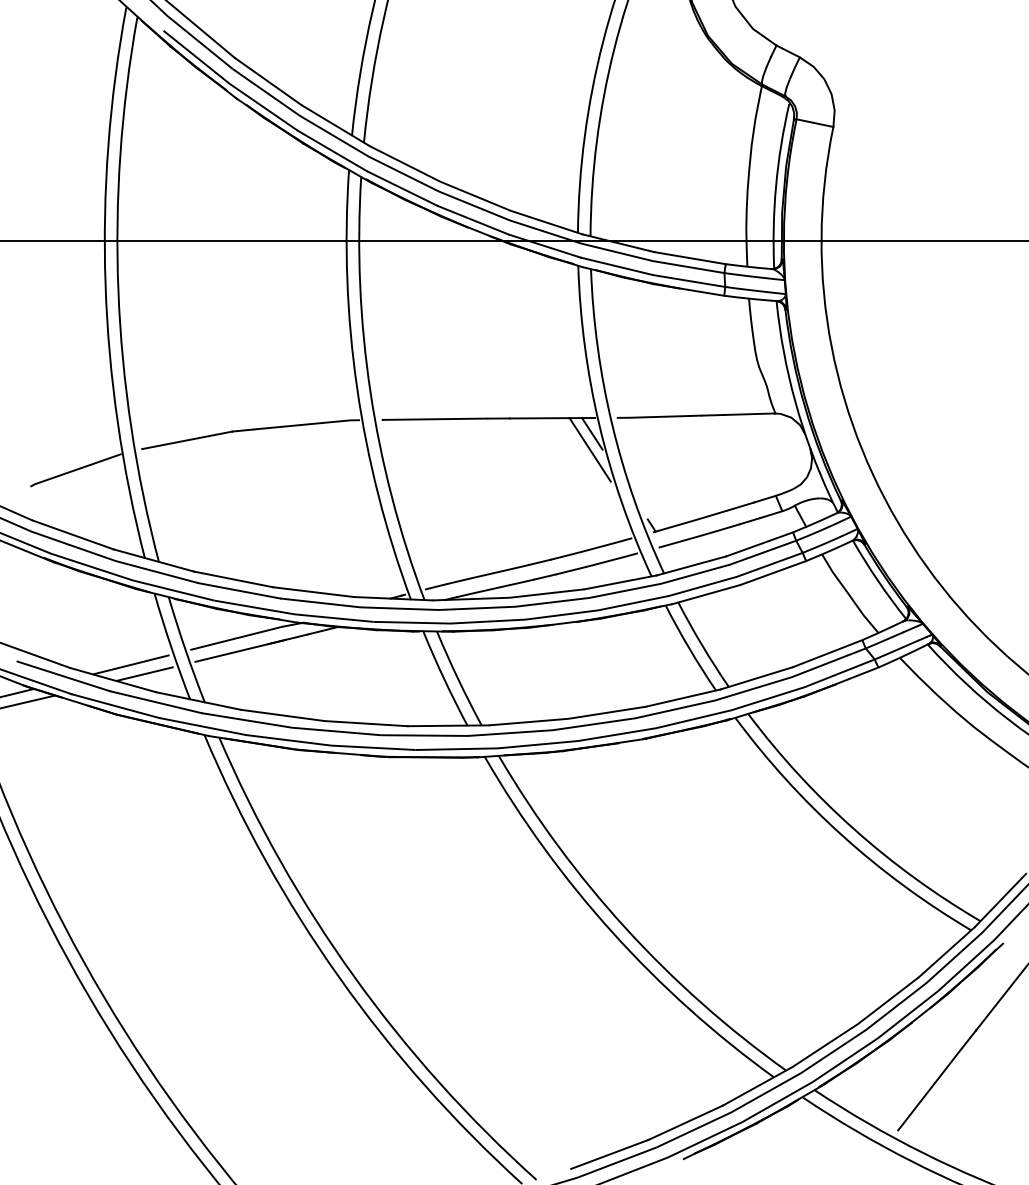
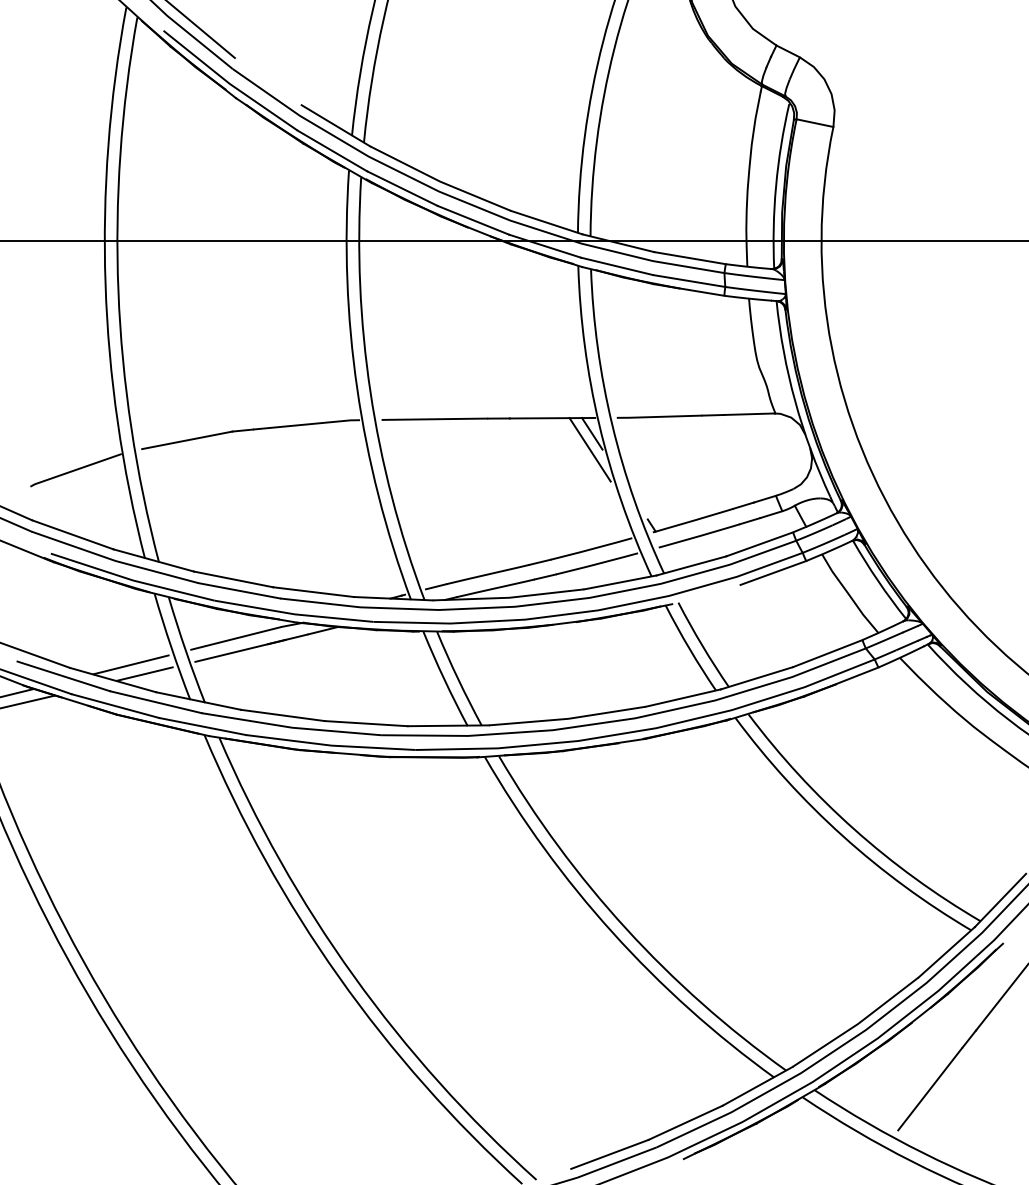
line at (267, 81): present -> none
line at (26, 543): present -> none
line at (706, 594): present -> none
